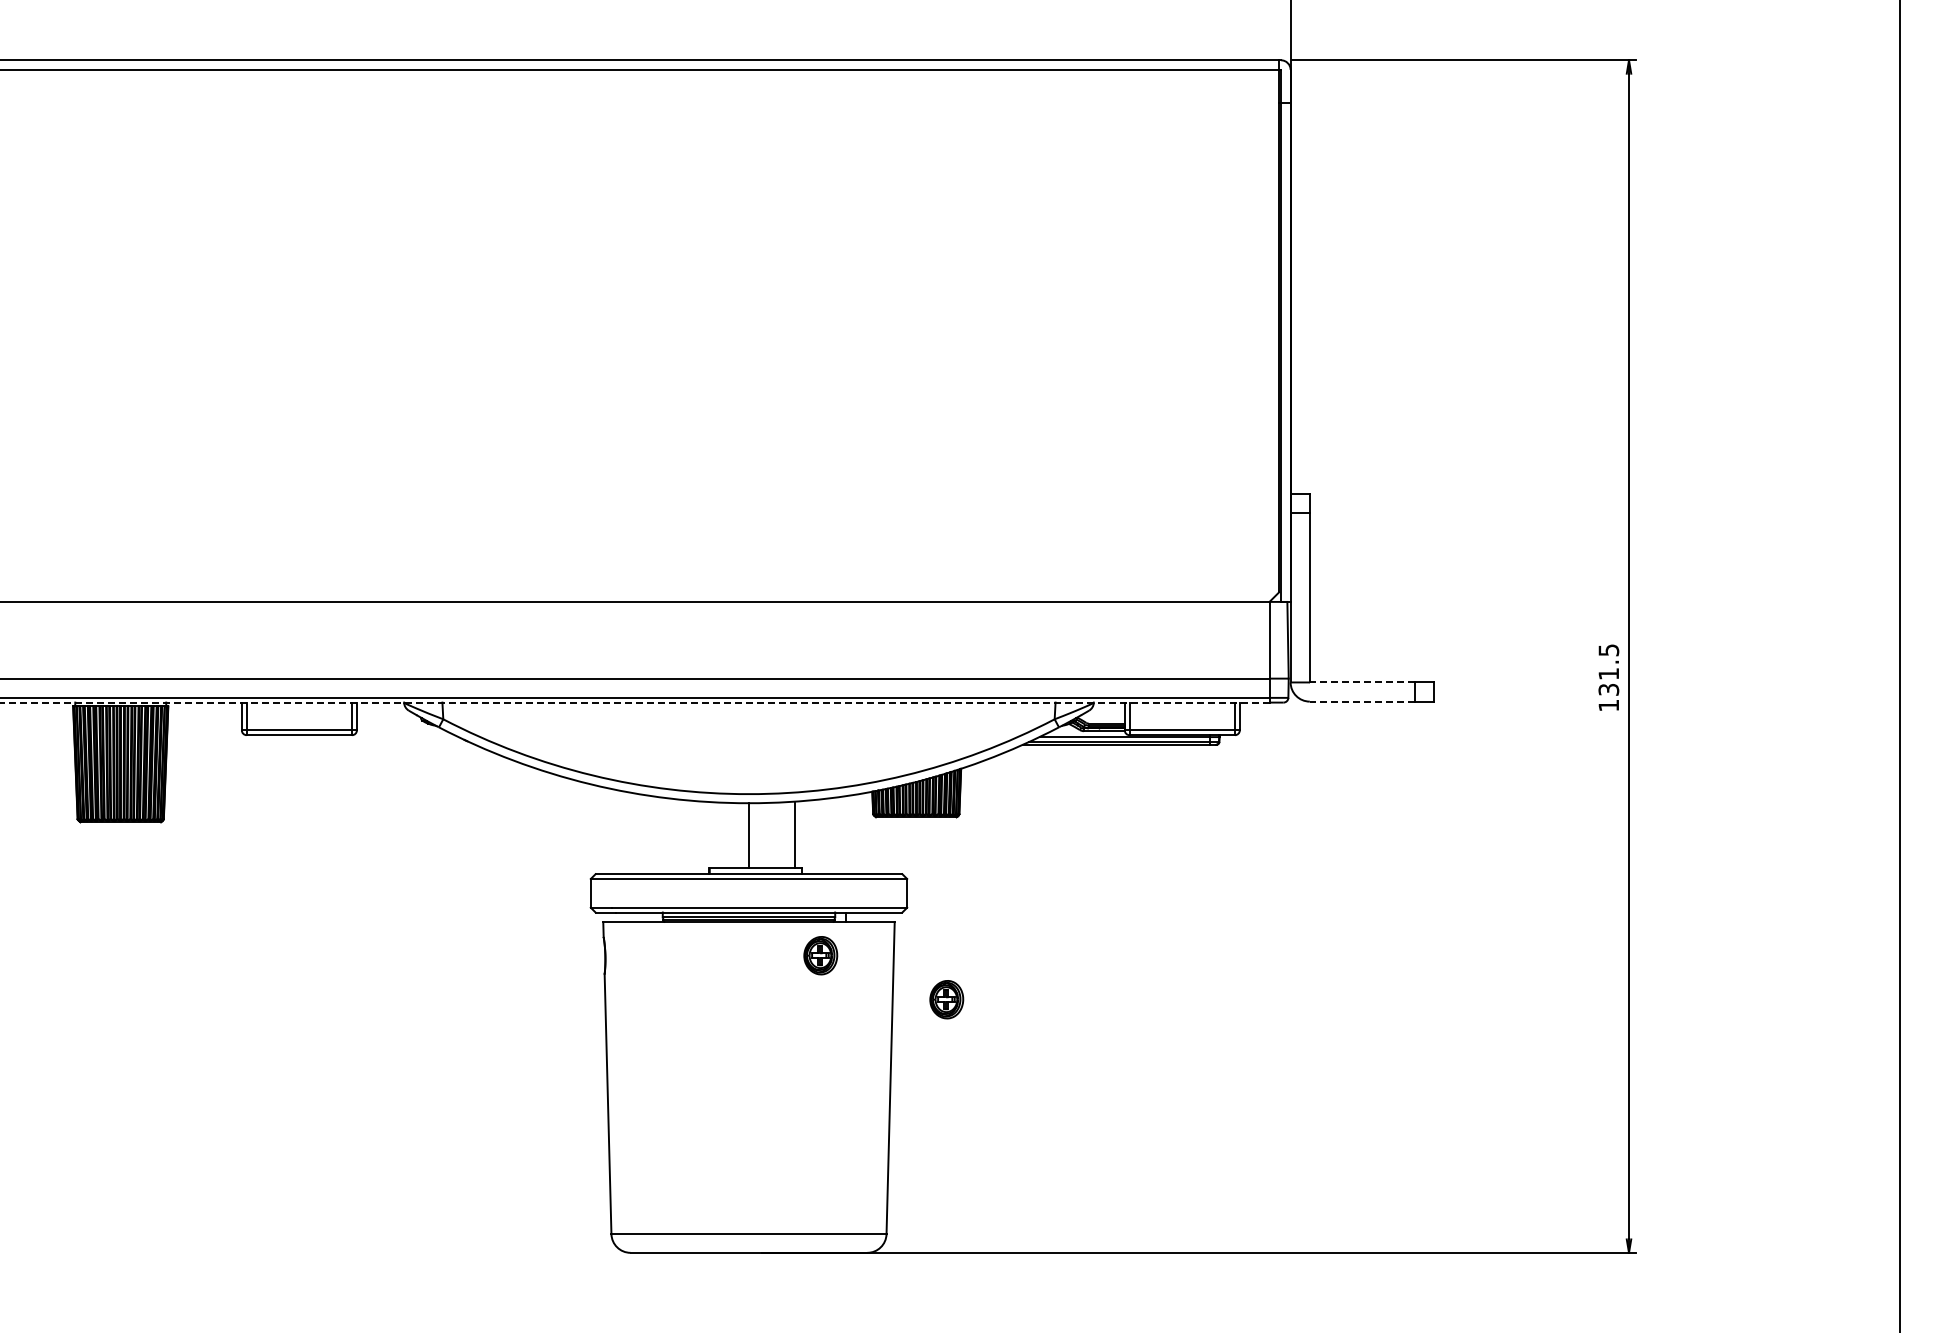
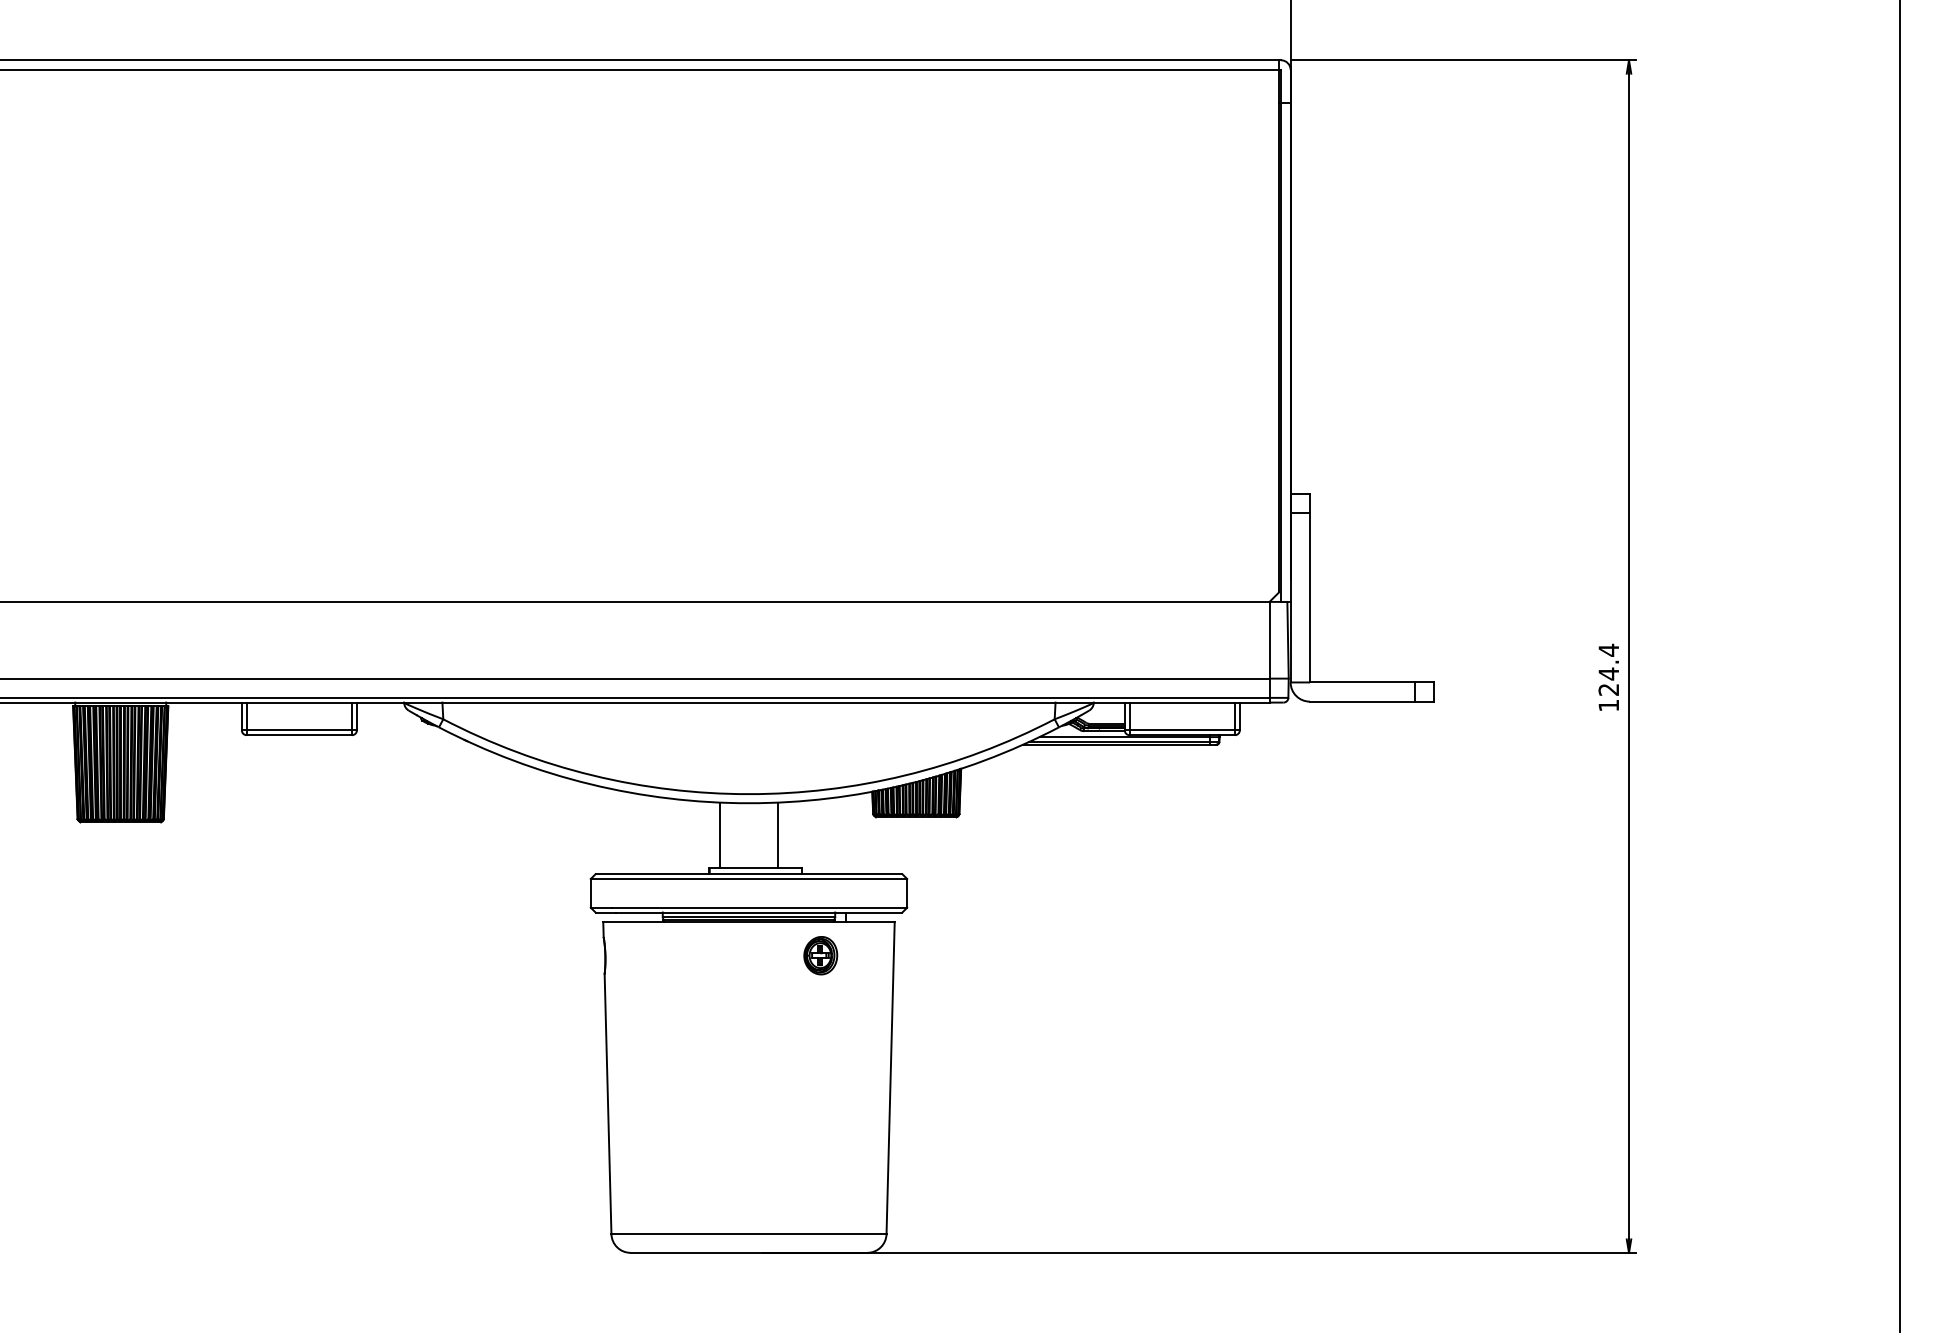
text at (1608, 669): 131.5 -> 124.4
line at (1362, 682): dashed -> solid
line at (1362, 701): dashed -> solid
line at (634, 702): dashed -> solid
line at (749, 835) position: (749, 835) -> (720, 835)
line at (794, 835) position: (794, 835) -> (777, 835)
part at (946, 999): present -> none
